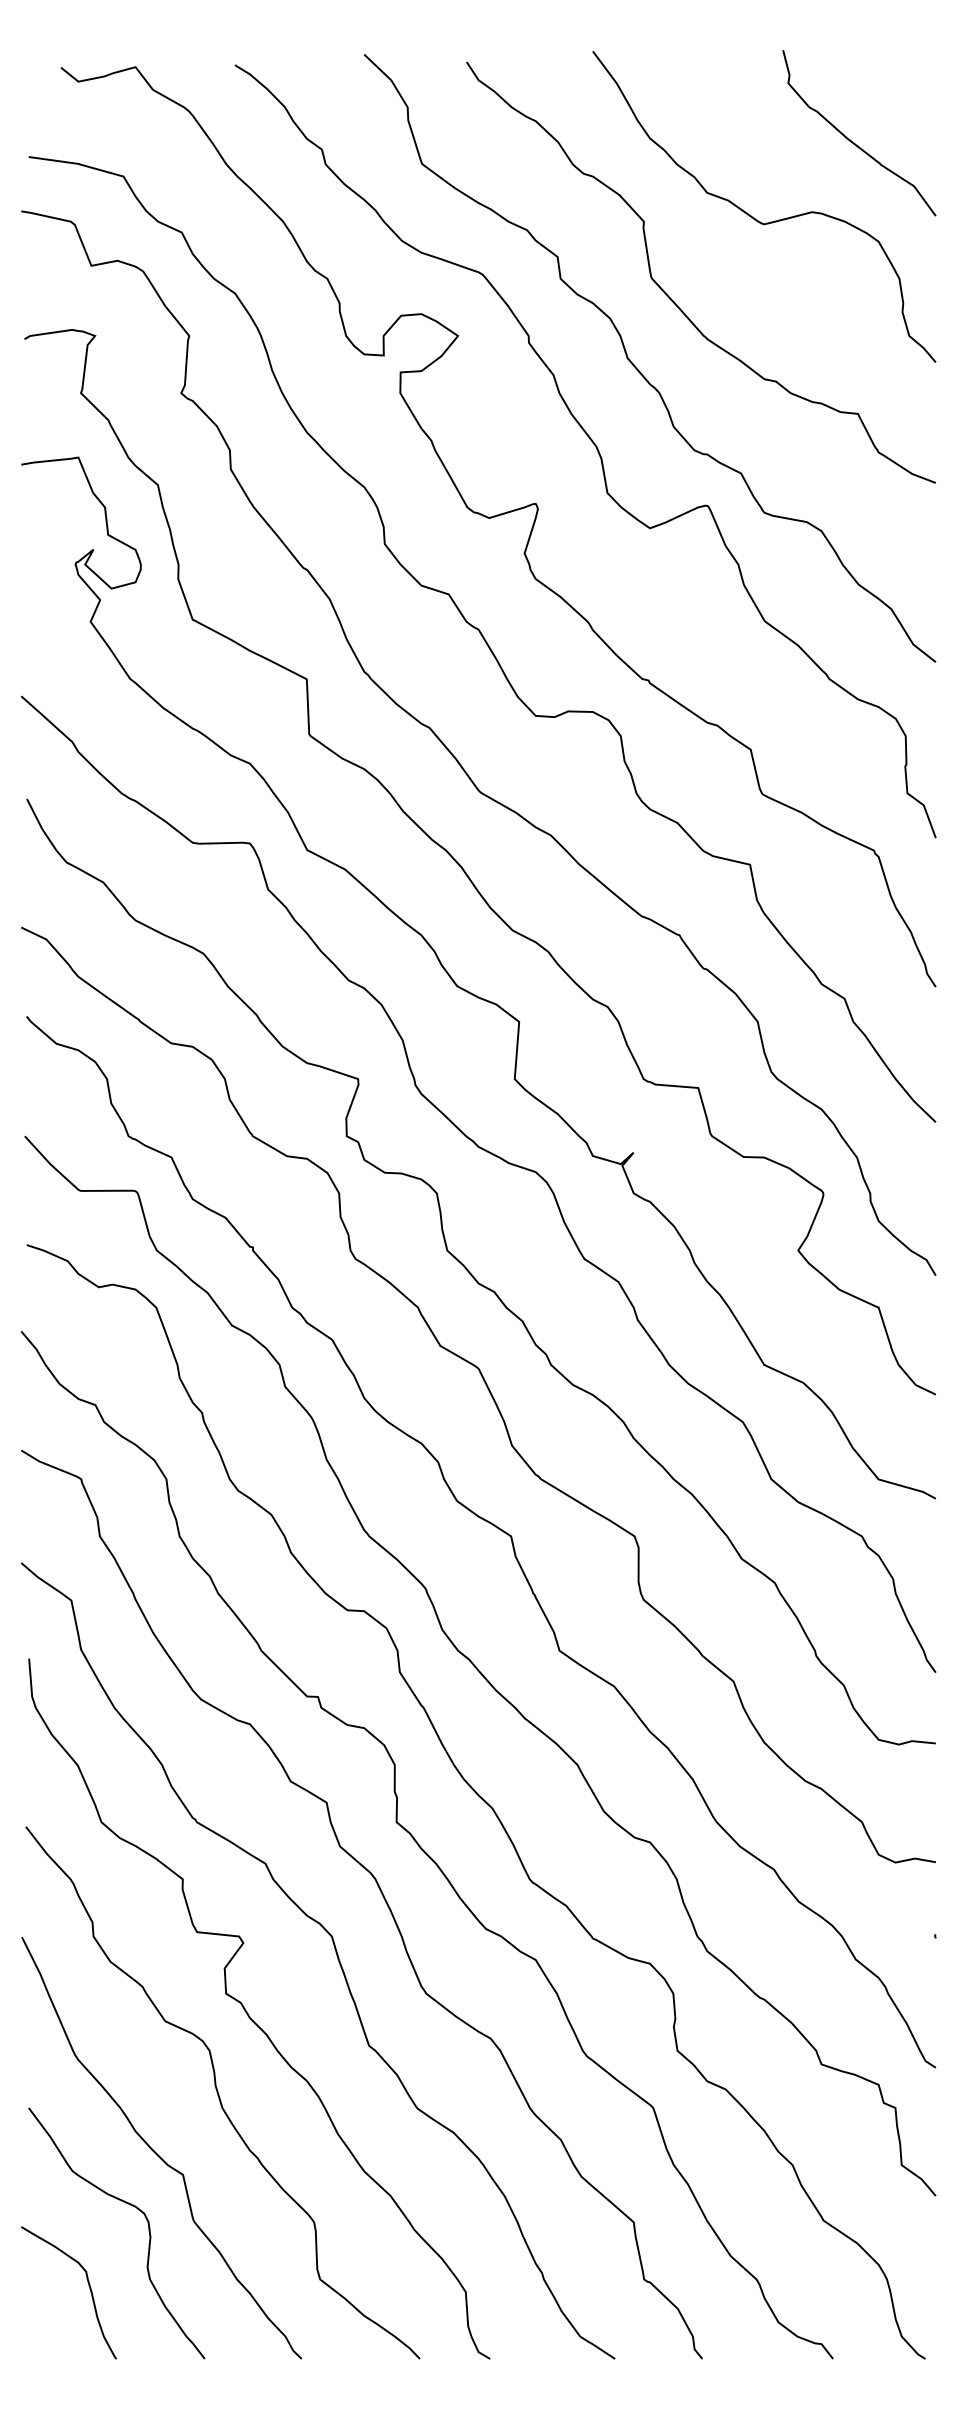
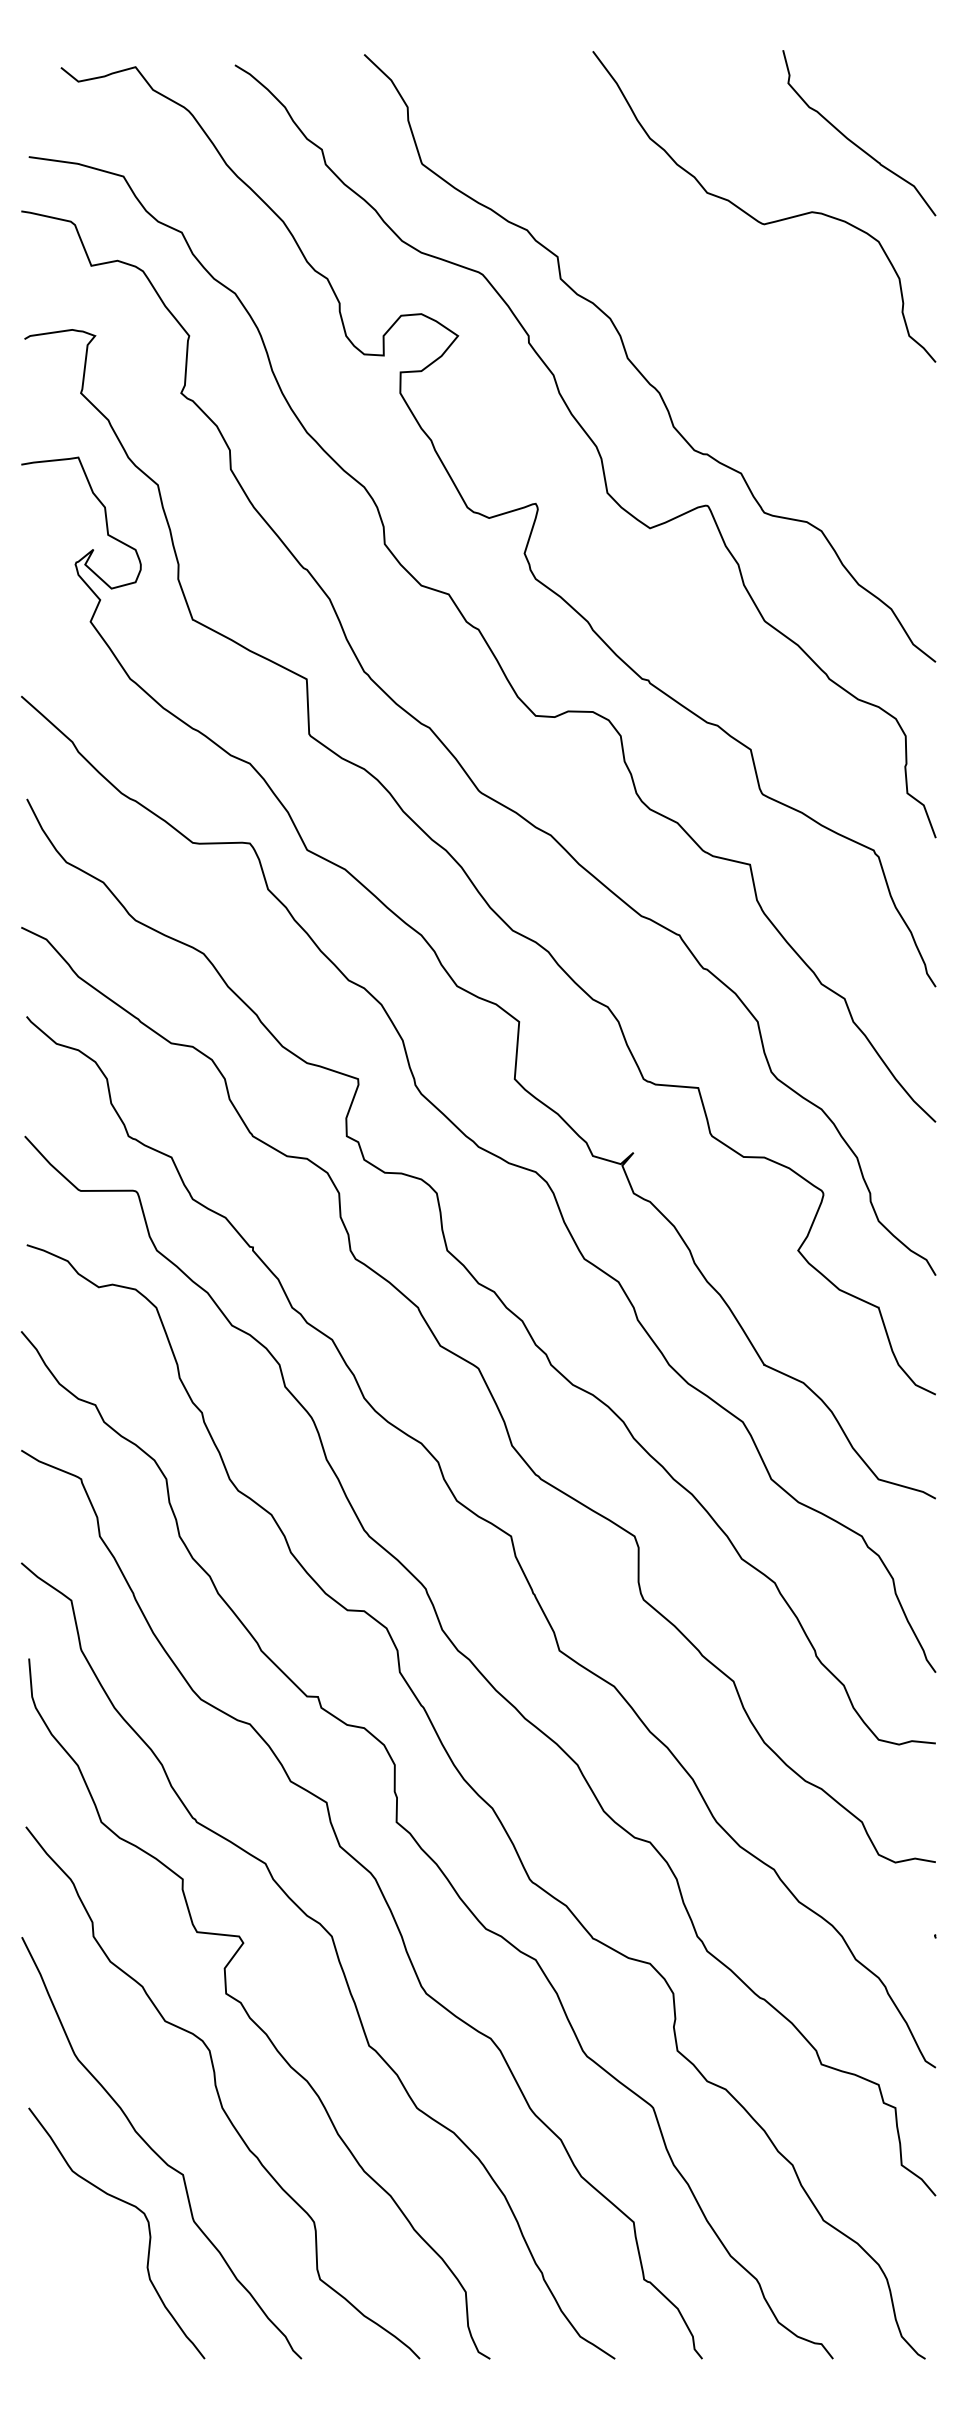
curve at (672, 299): present -> none
curve at (88, 2285): present -> none
